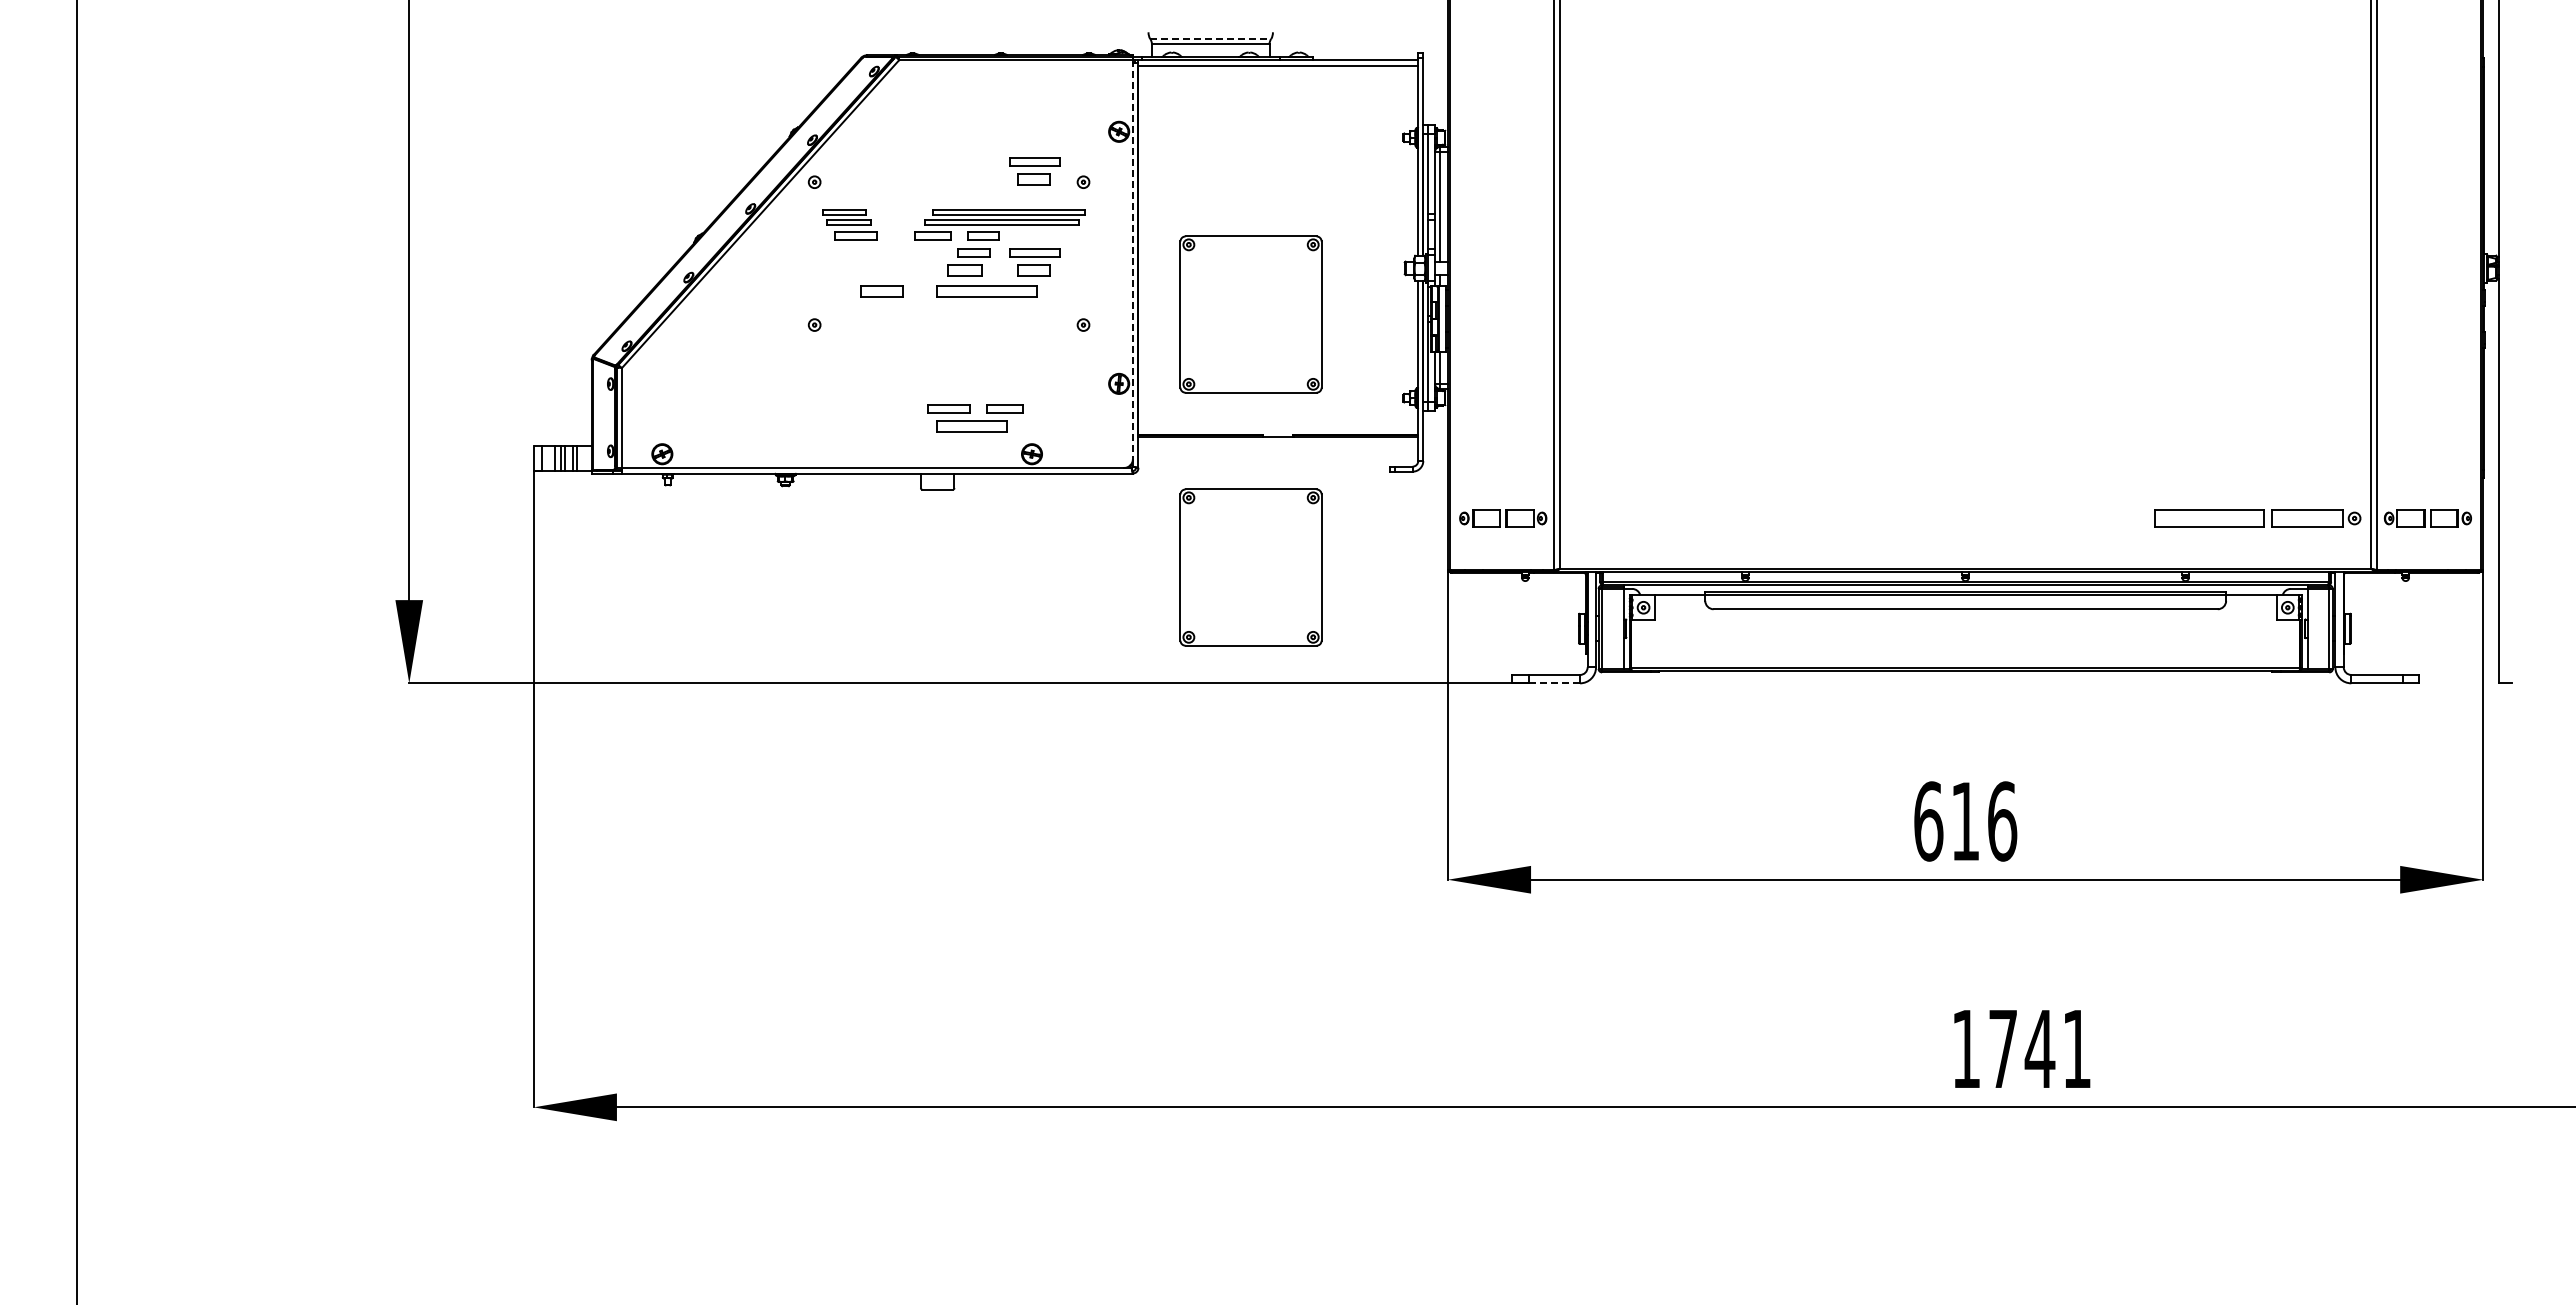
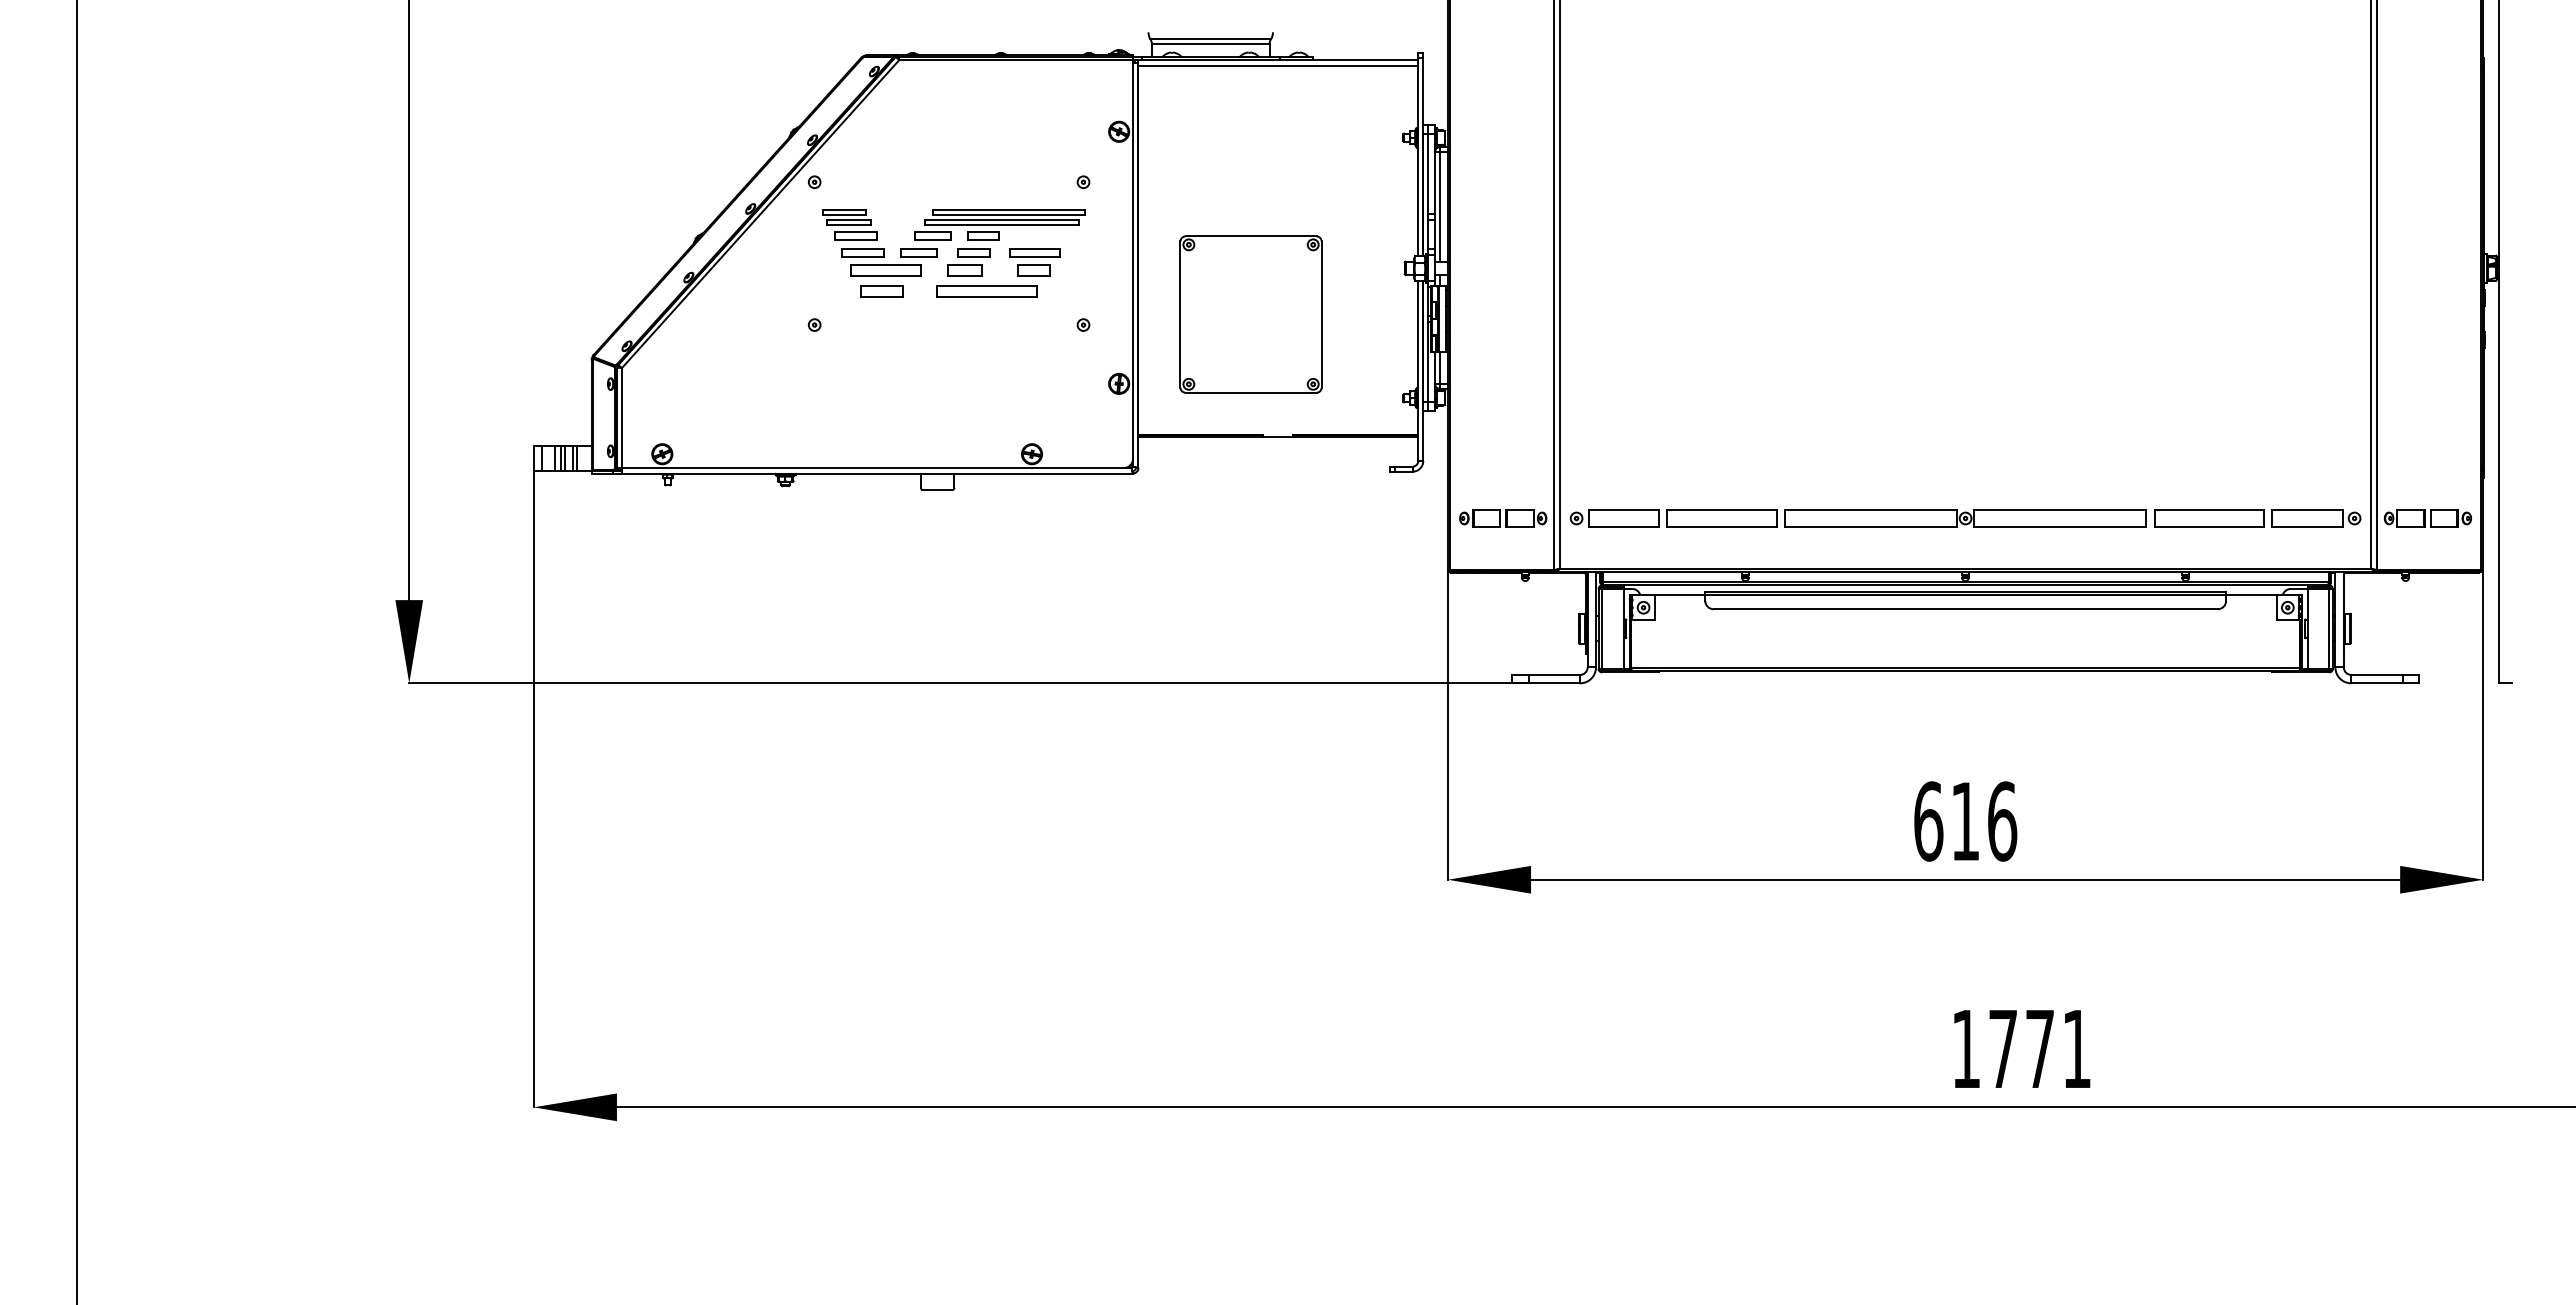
line at (1211, 39): dashed -> solid
part at (1034, 171): present -> none
line at (1132, 259): dashed -> solid
part at (975, 418) position: (975, 418) -> (889, 262)
part at (1857, 518): none -> present
part at (1250, 567): present -> none
line at (1554, 683): dashed -> solid
text at (2039, 1048): 1741 -> 1771
